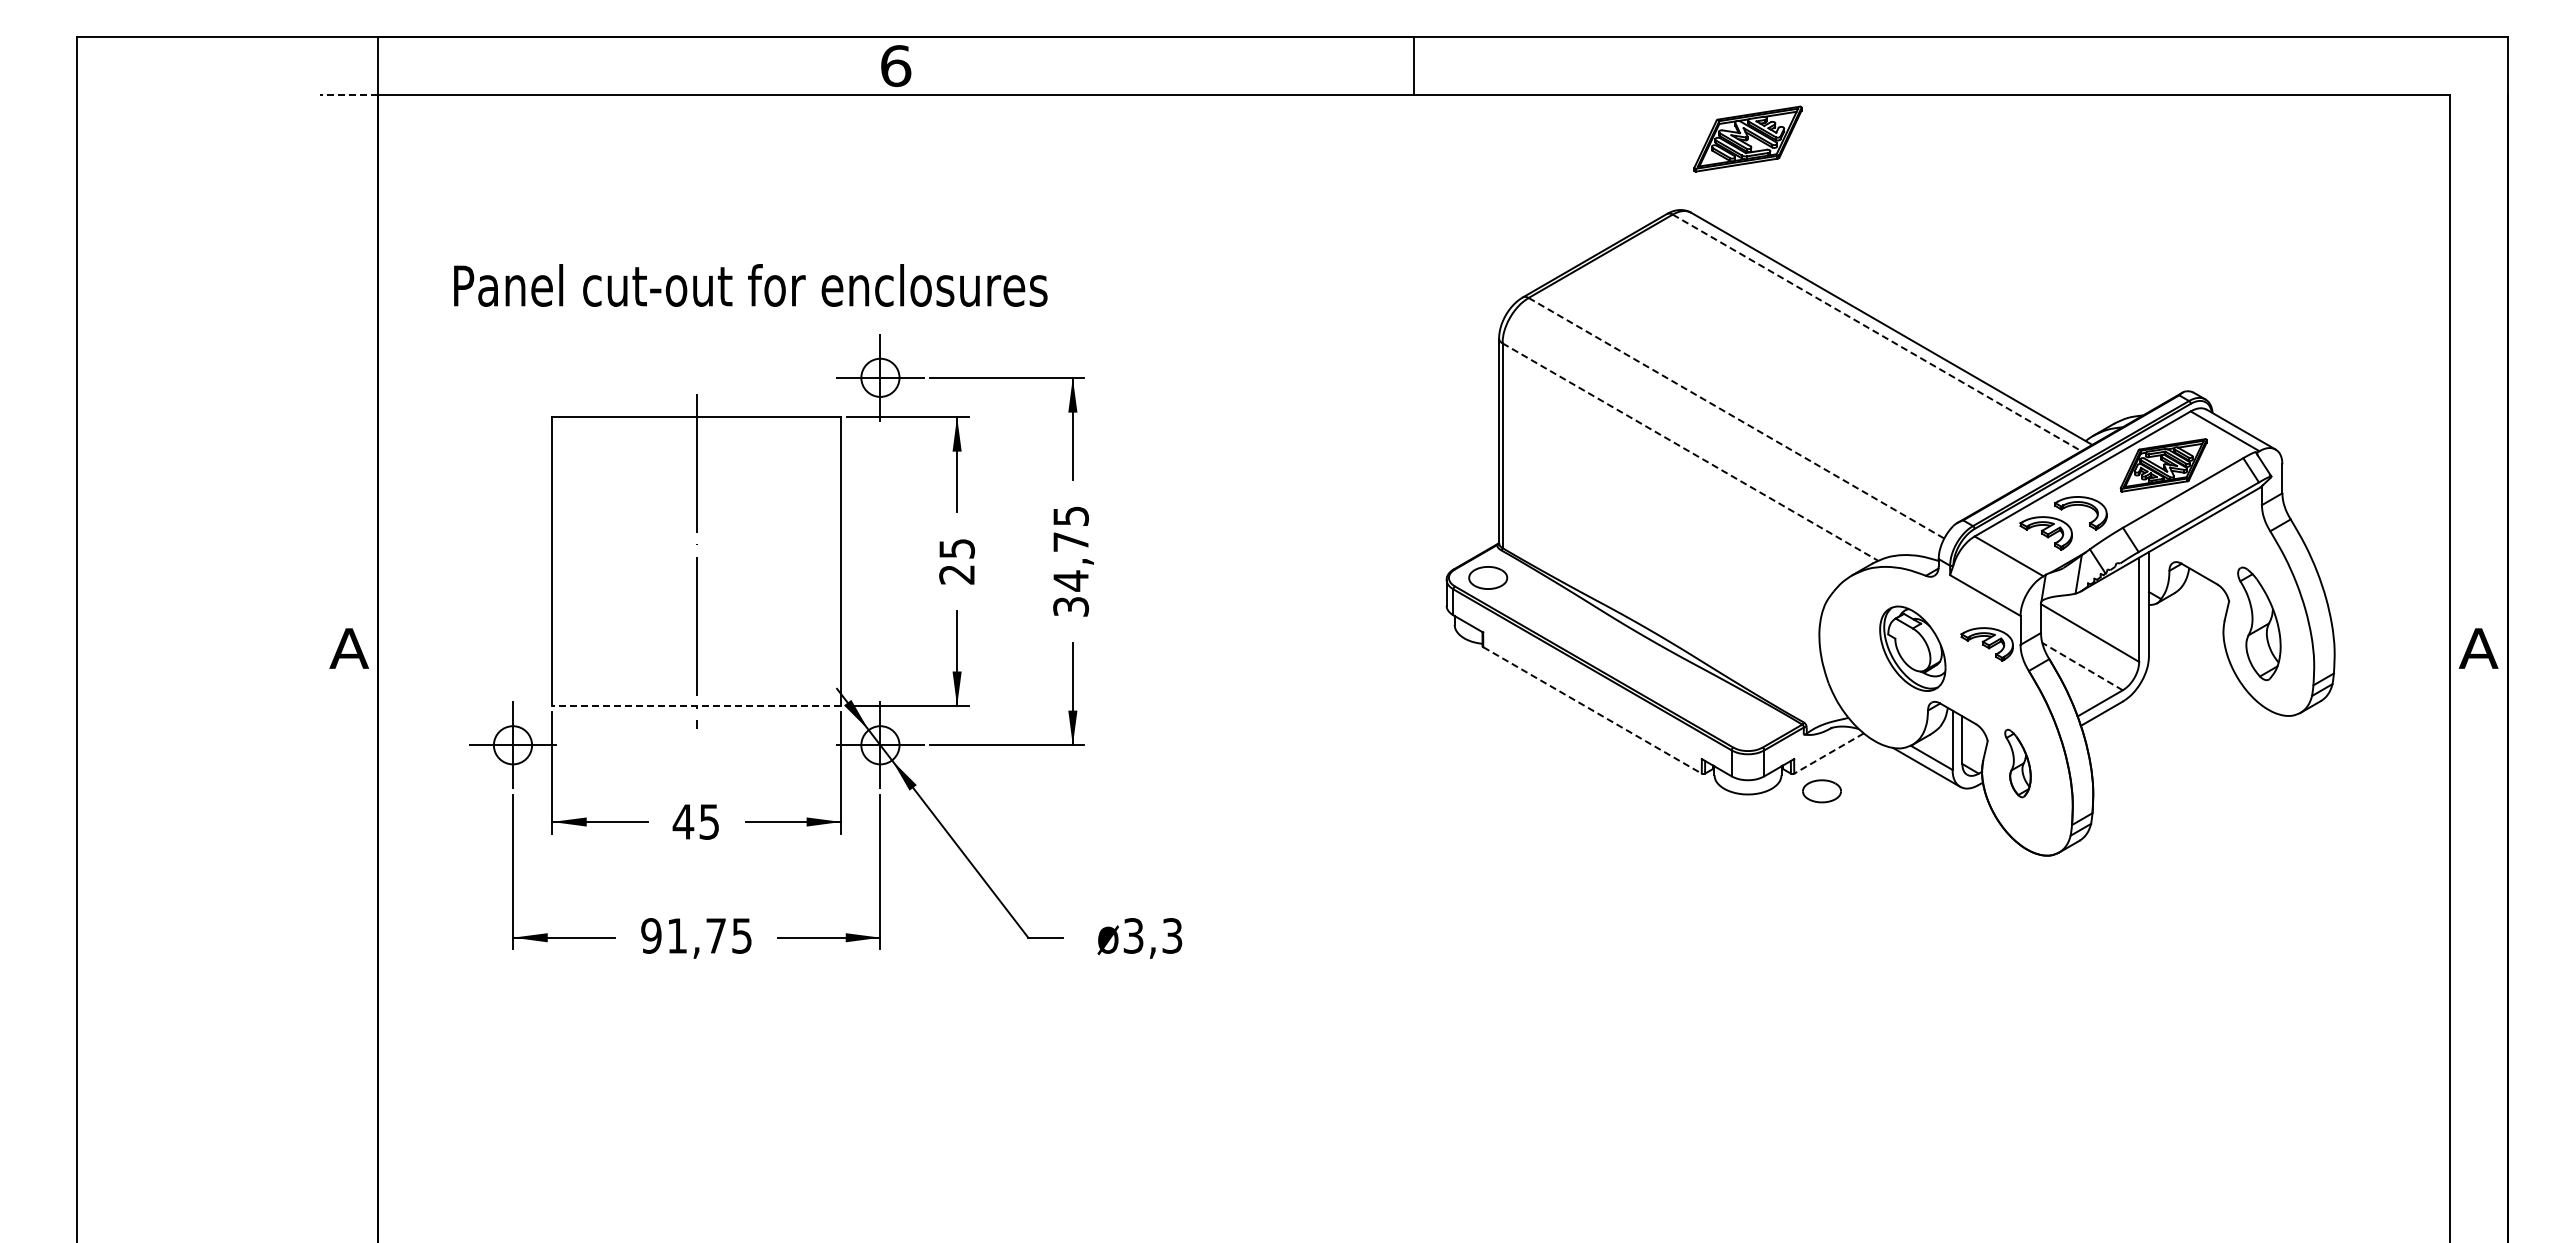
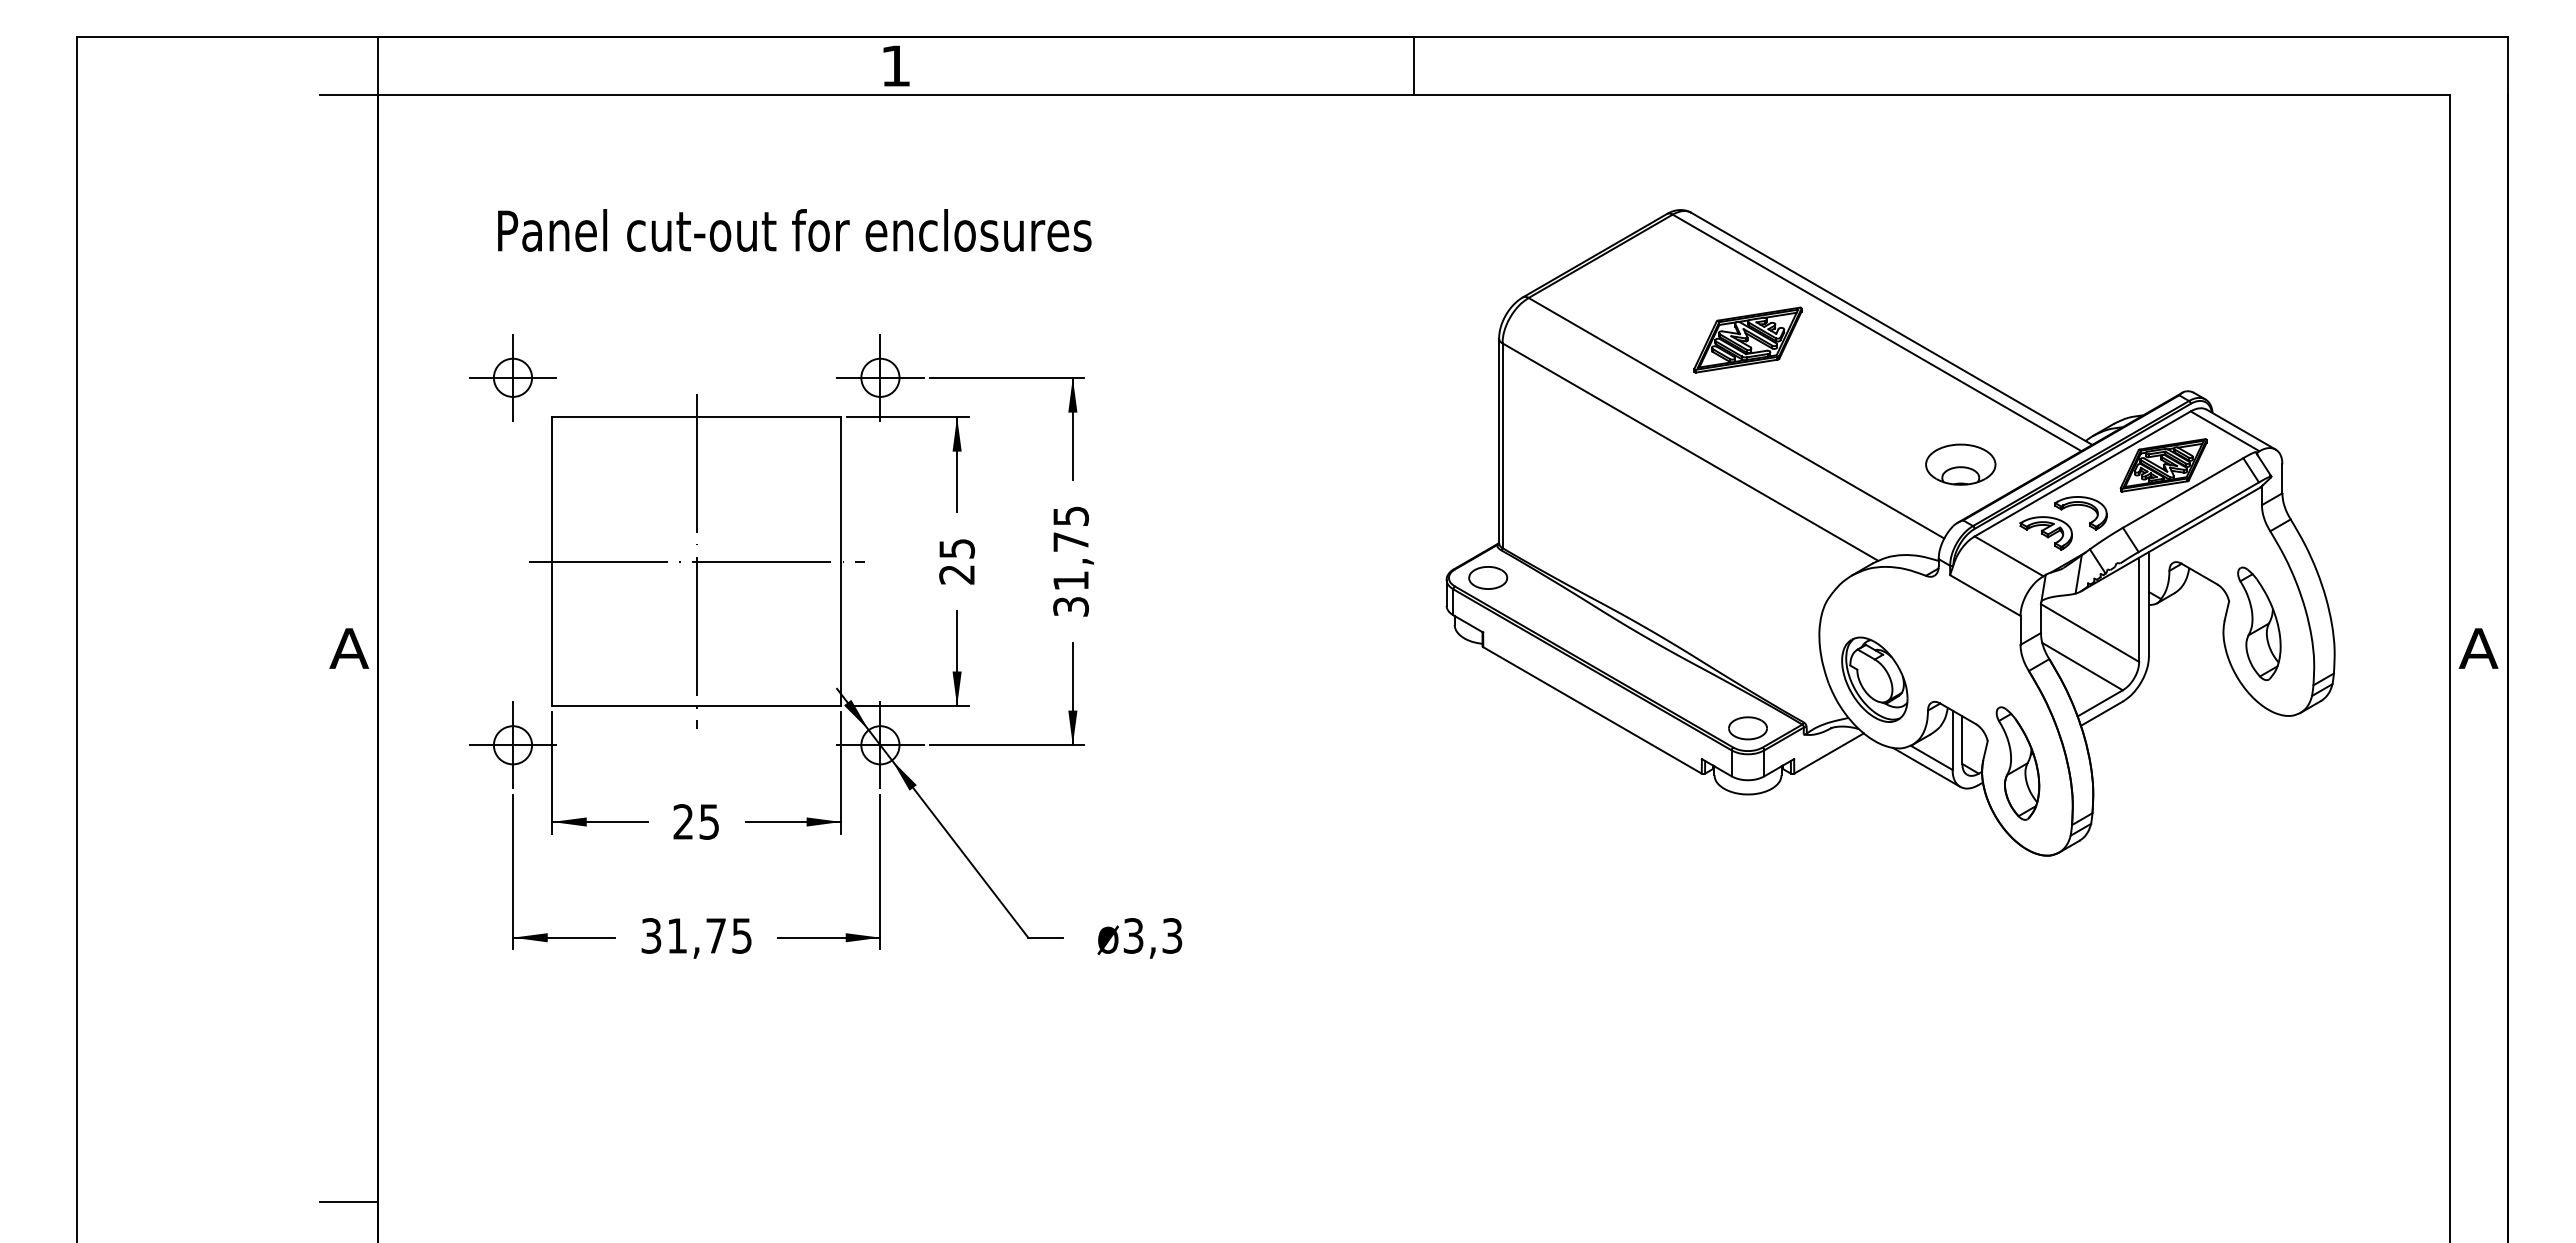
text at (896, 65): 6 -> 1
line at (349, 95): dashed -> solid
part at (1747, 138) position: (1747, 138) -> (1747, 339)
text at (750, 285) position: (750, 285) -> (794, 230)
line at (1877, 333): dashed -> solid
part at (512, 377): none -> present
line at (1736, 418): dashed -> solid
line at (1690, 452): dashed -> solid
part at (1960, 464): none -> present
line at (696, 561): none -> present
text at (1070, 580): 34,75 -> 31,75
part at (1986, 644): present -> none
part at (1912, 648) position: (1912, 648) -> (1874, 679)
line at (2082, 666): dashed -> solid
line at (696, 706): dashed -> solid
line at (1592, 710): dashed -> solid
line at (1828, 753): dashed -> solid
part at (2017, 763) size: 28x71 px -> 46x115 px
part at (1821, 791) position: (1821, 791) -> (1747, 728)
text at (683, 821): 45 -> 25
text at (651, 935): 91,75 -> 31,75
line at (349, 1202): none -> present
